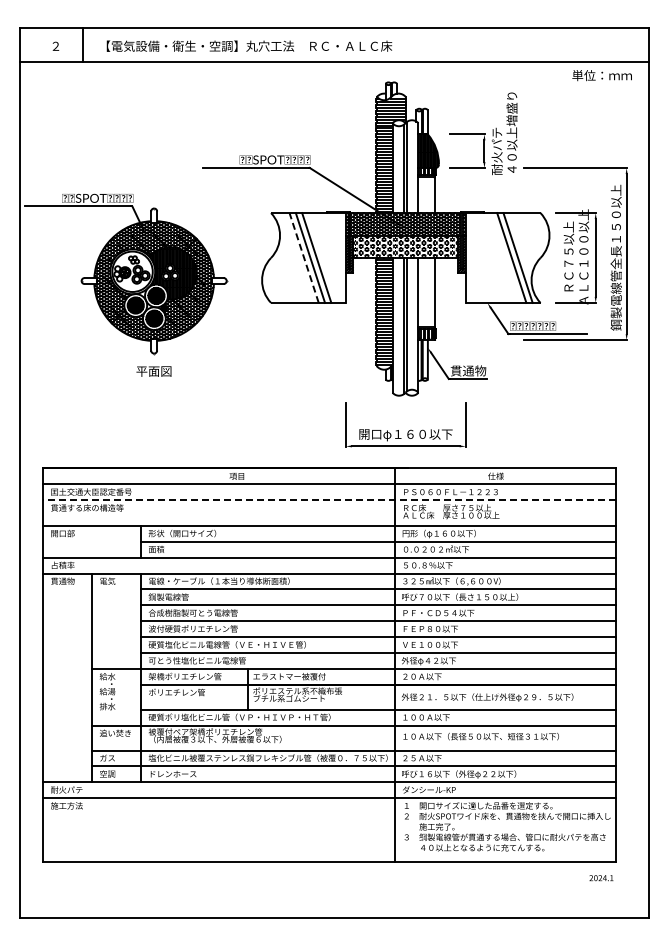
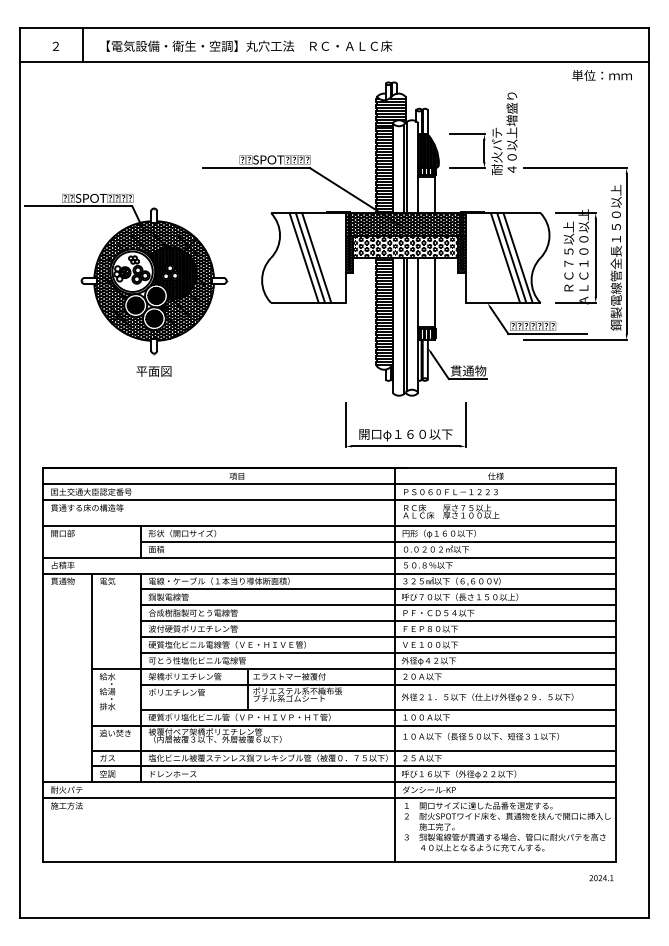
line at (304, 257): dashed -> solid
line at (505, 257): none -> present
line at (329, 500): dashed -> solid
